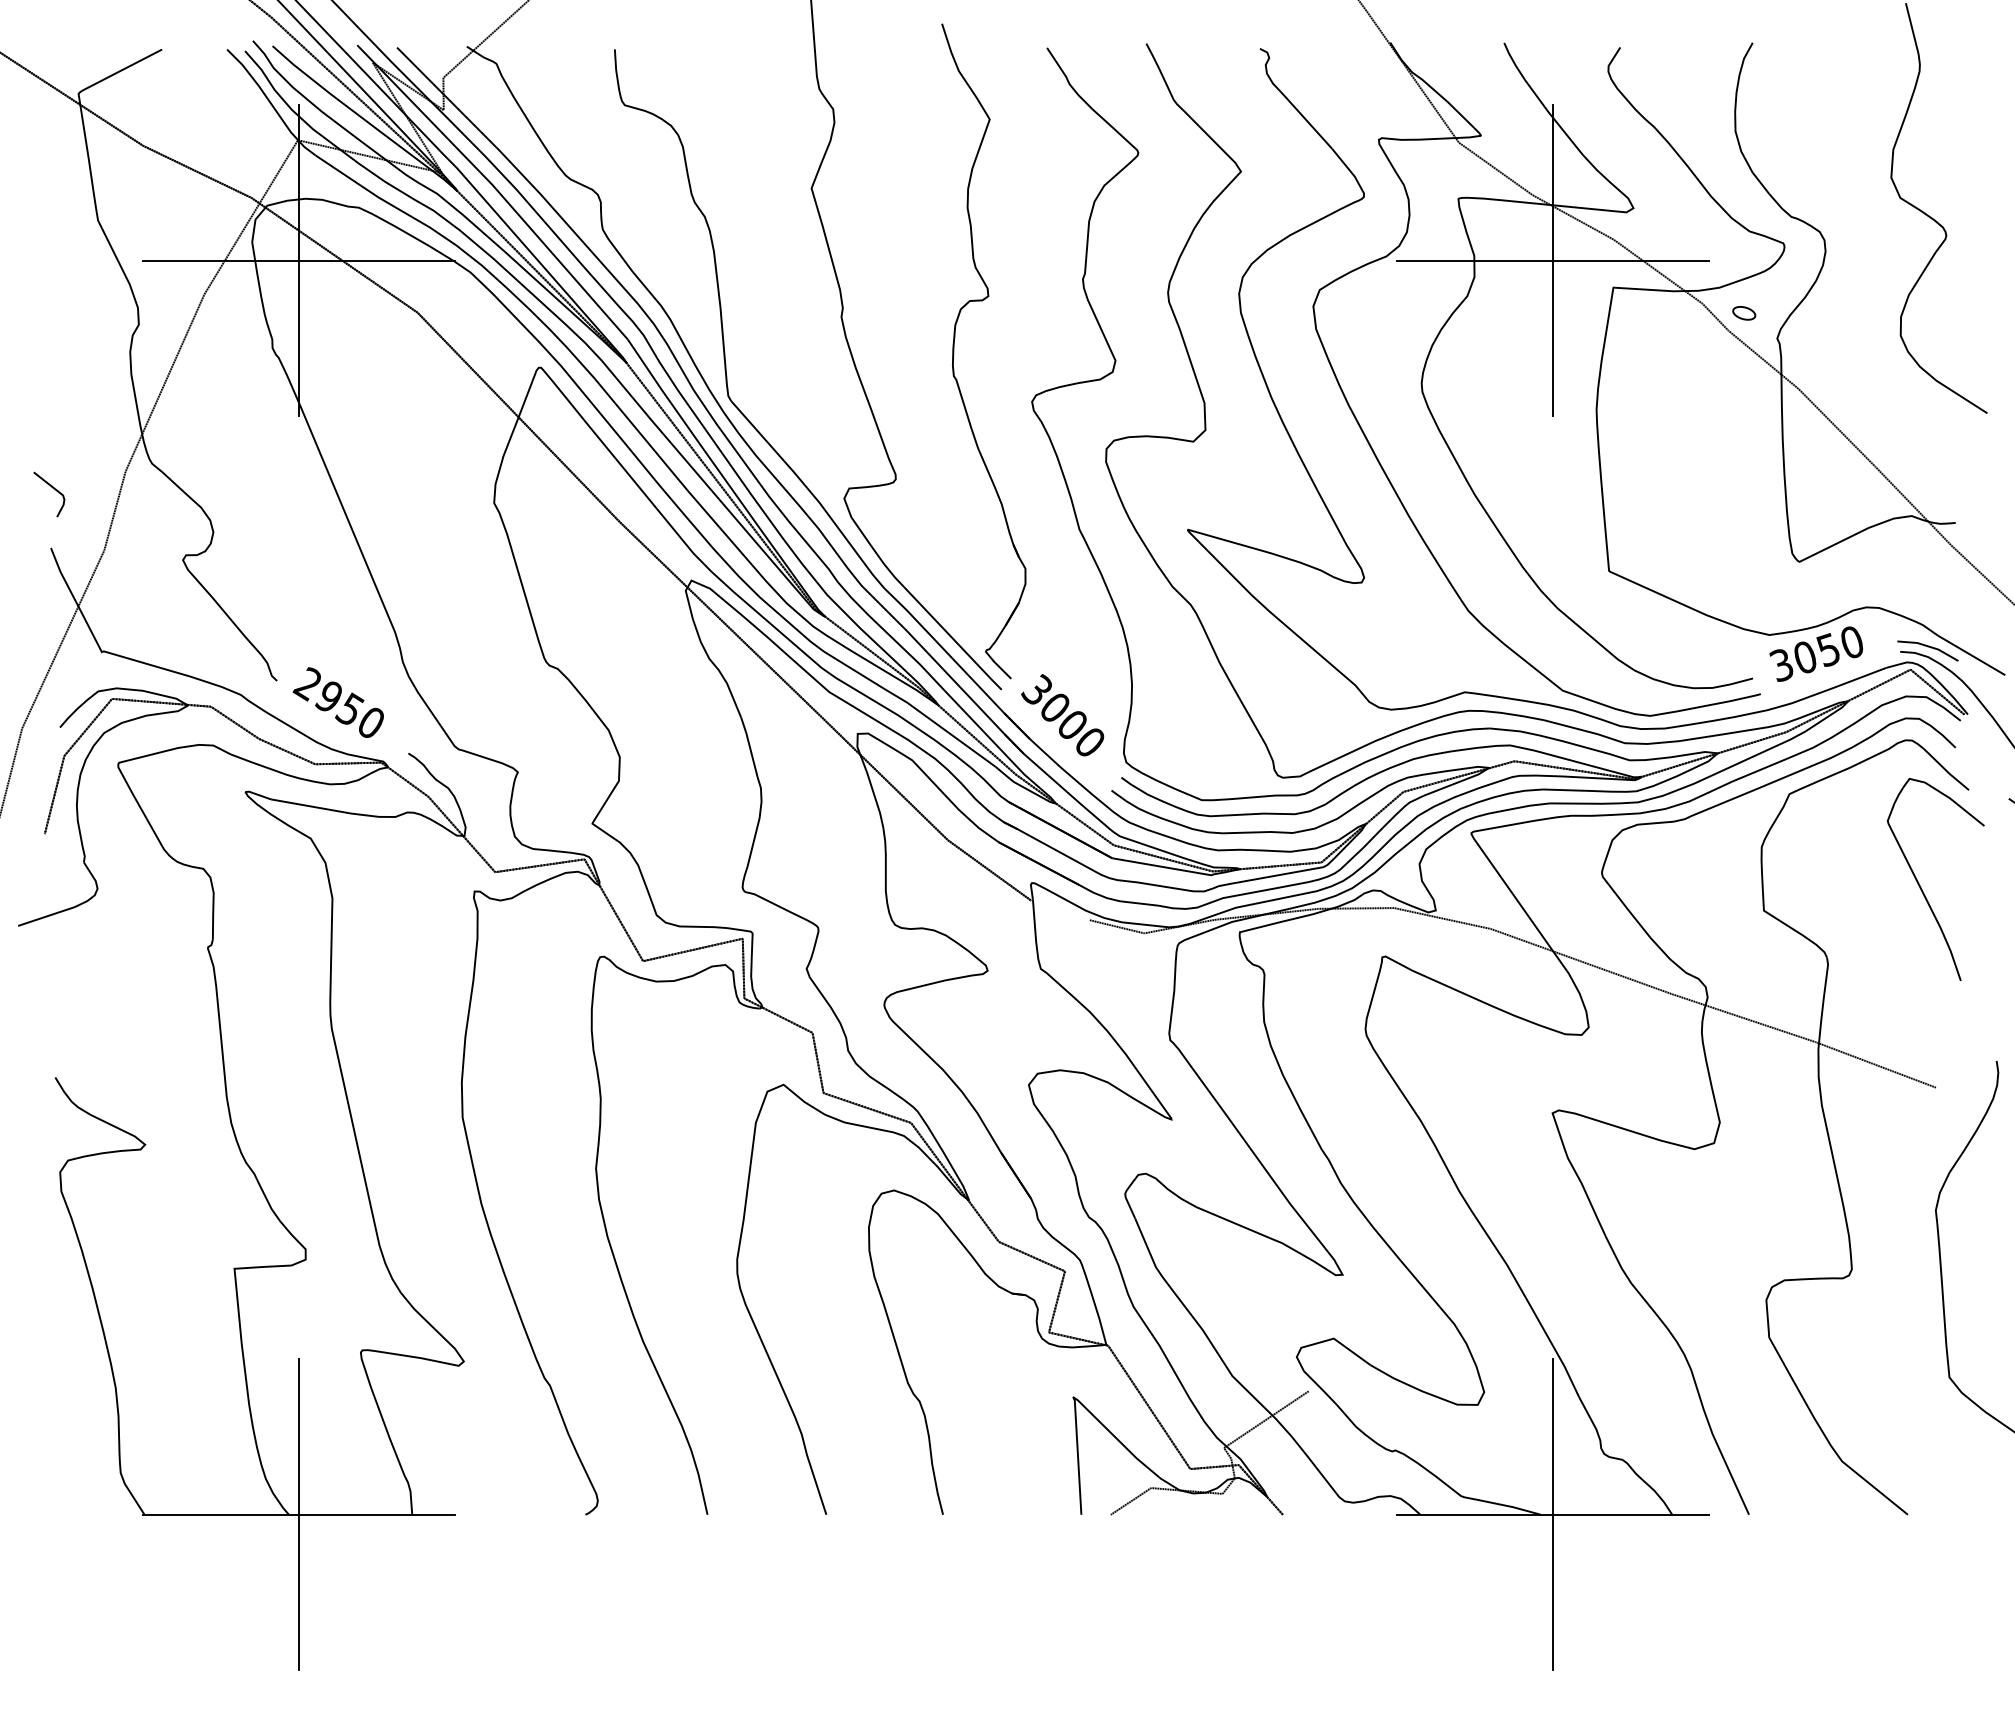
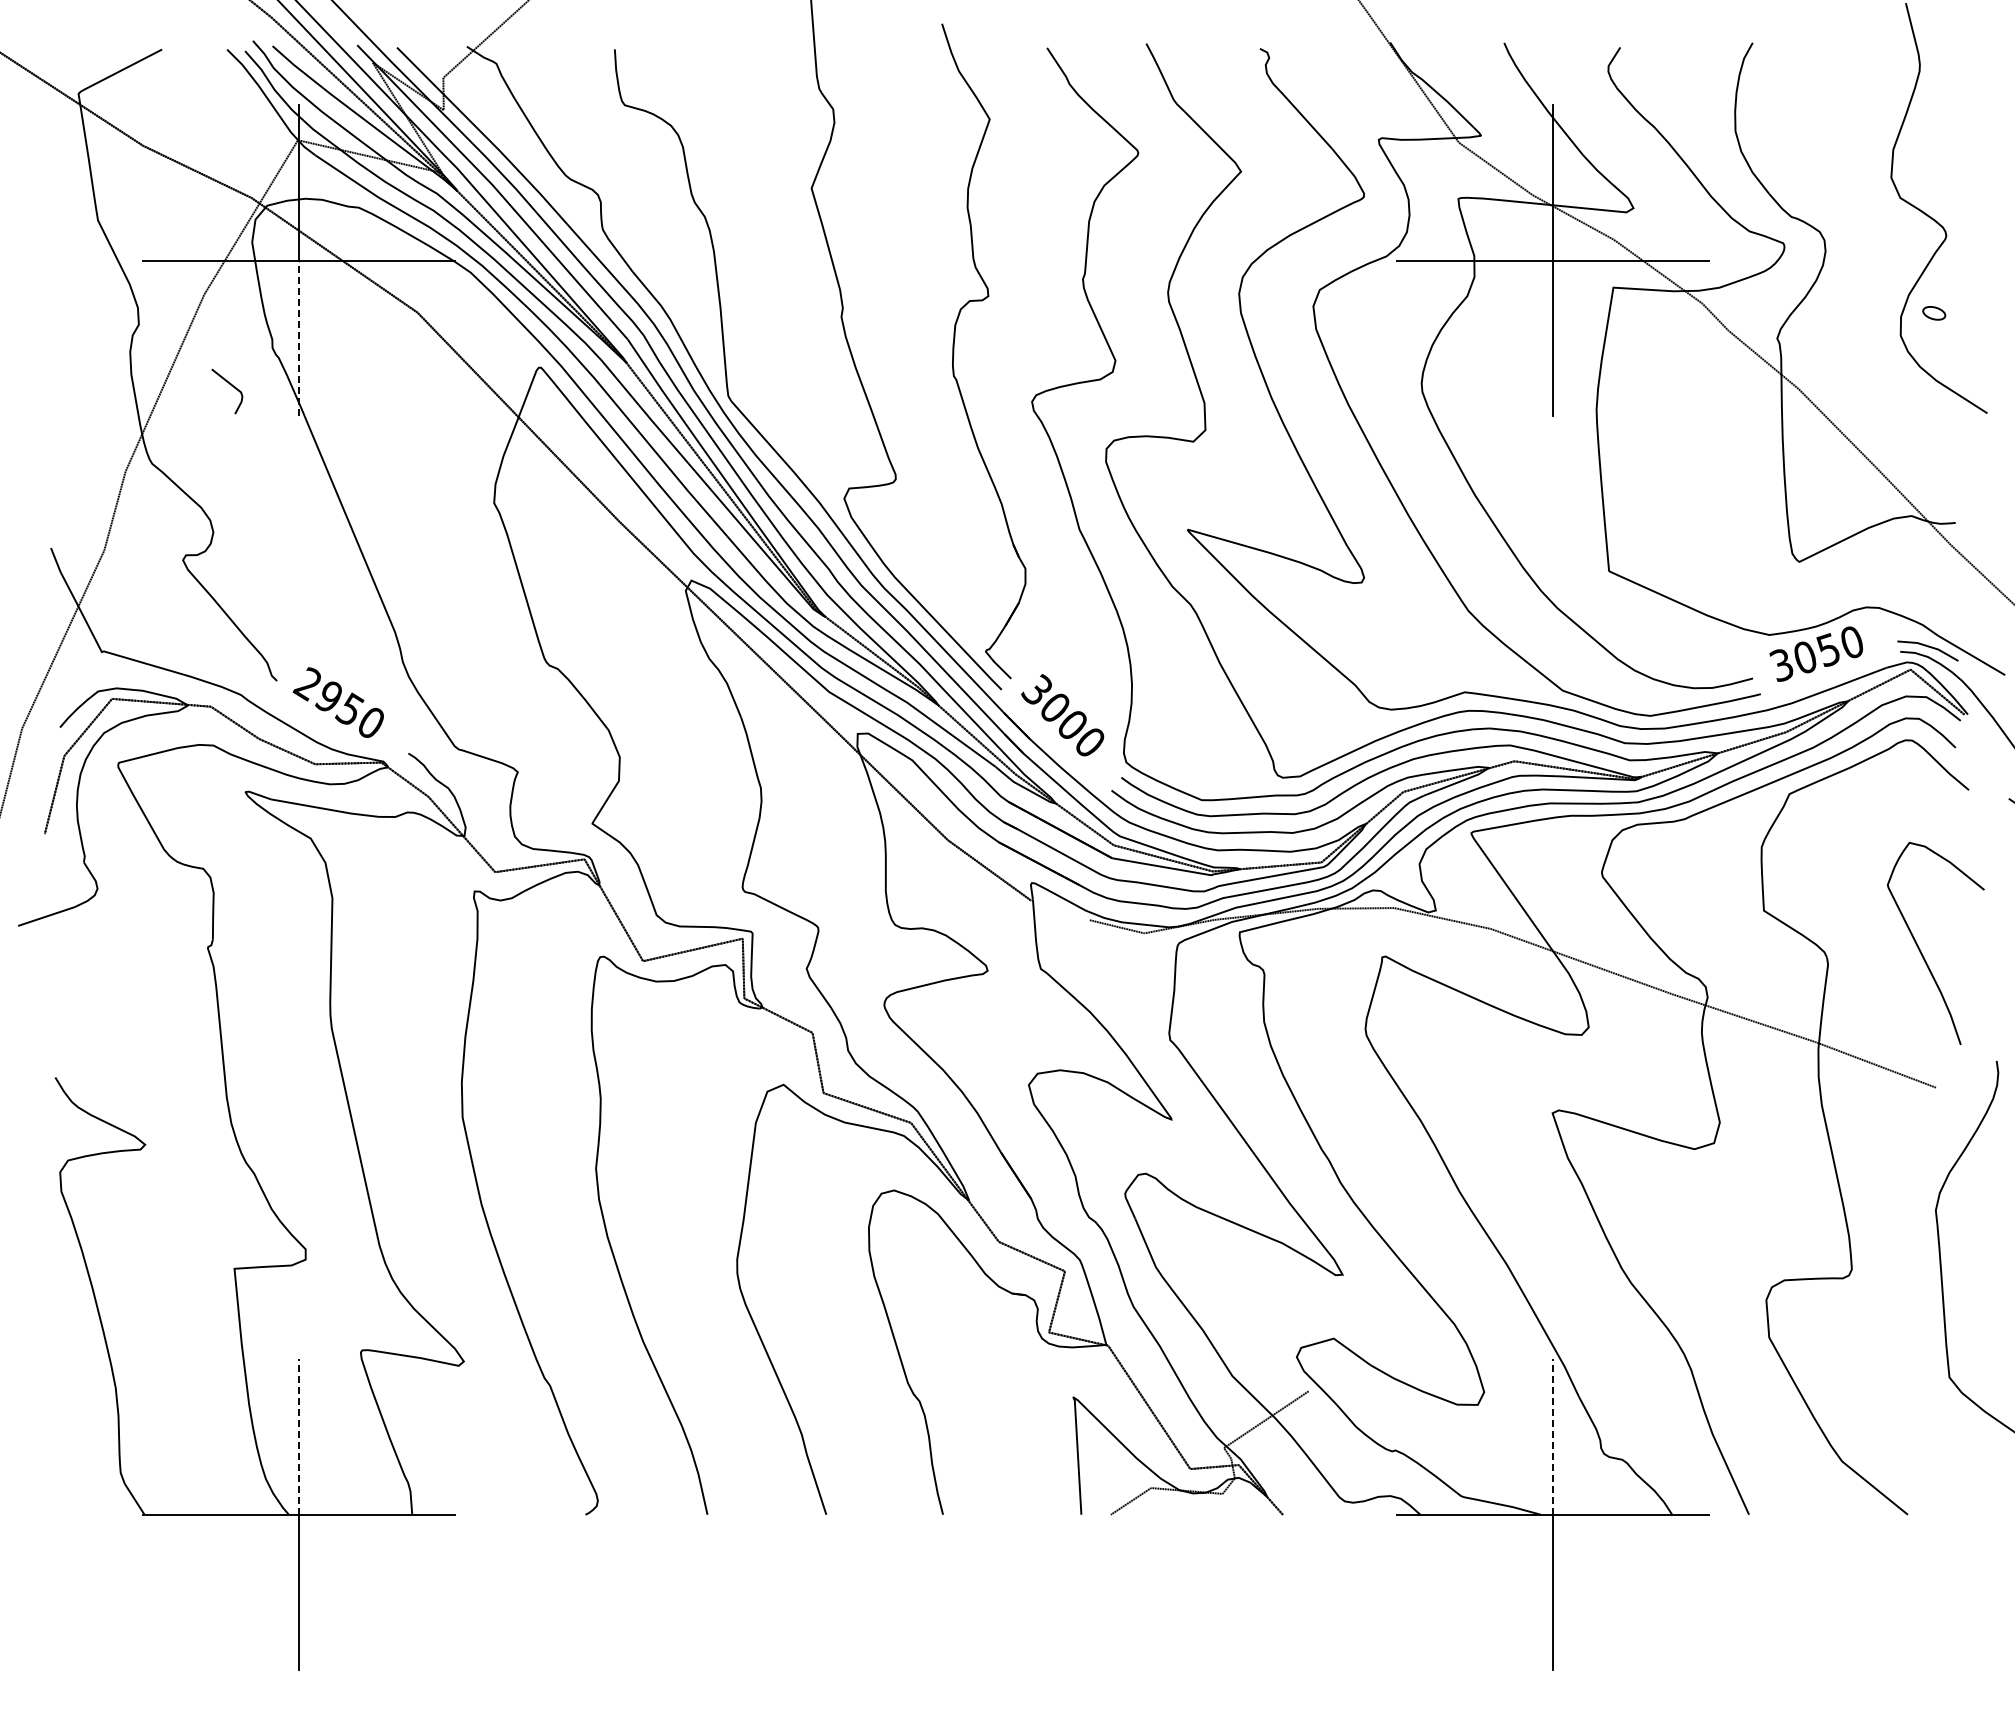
part at (1744, 313) position: (1744, 313) -> (1934, 313)
line at (298, 338): solid -> dashed
line at (53, 489) position: (53, 489) -> (231, 386)
curve at (1920, 885) position: (1920, 885) -> (1920, 949)
line at (298, 1436): solid -> dashed
line at (1552, 1436): solid -> dashed
